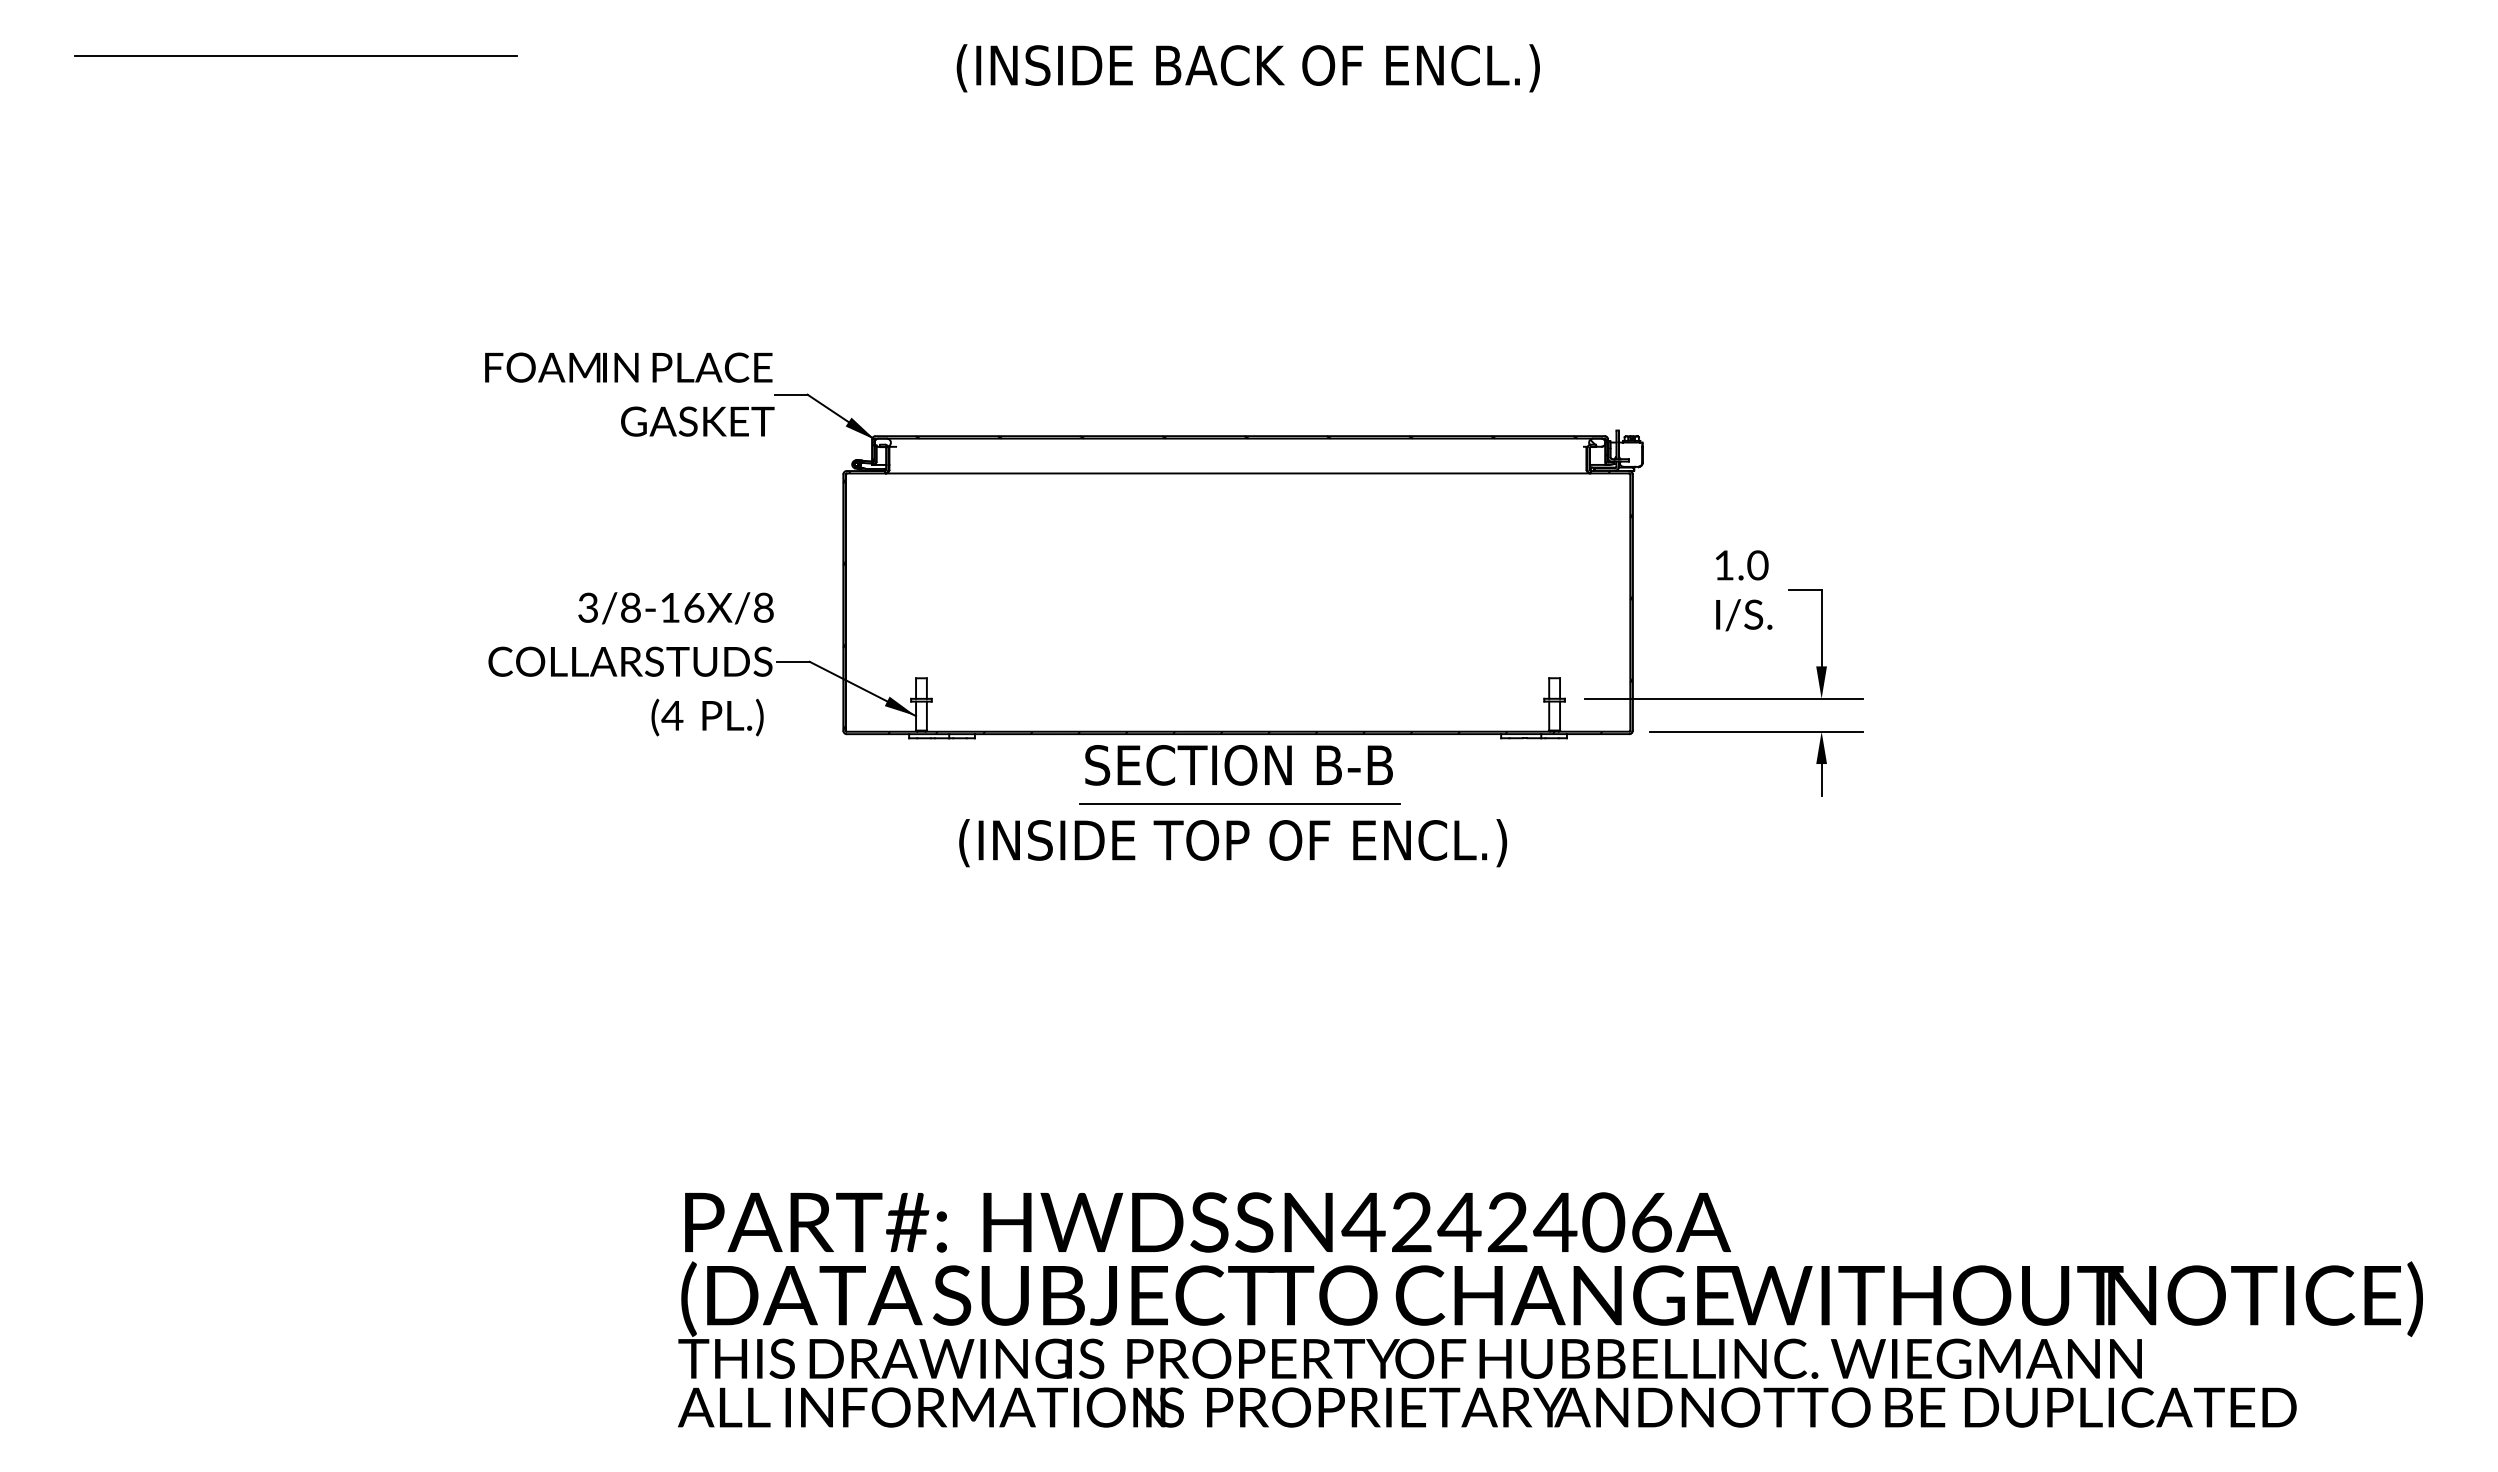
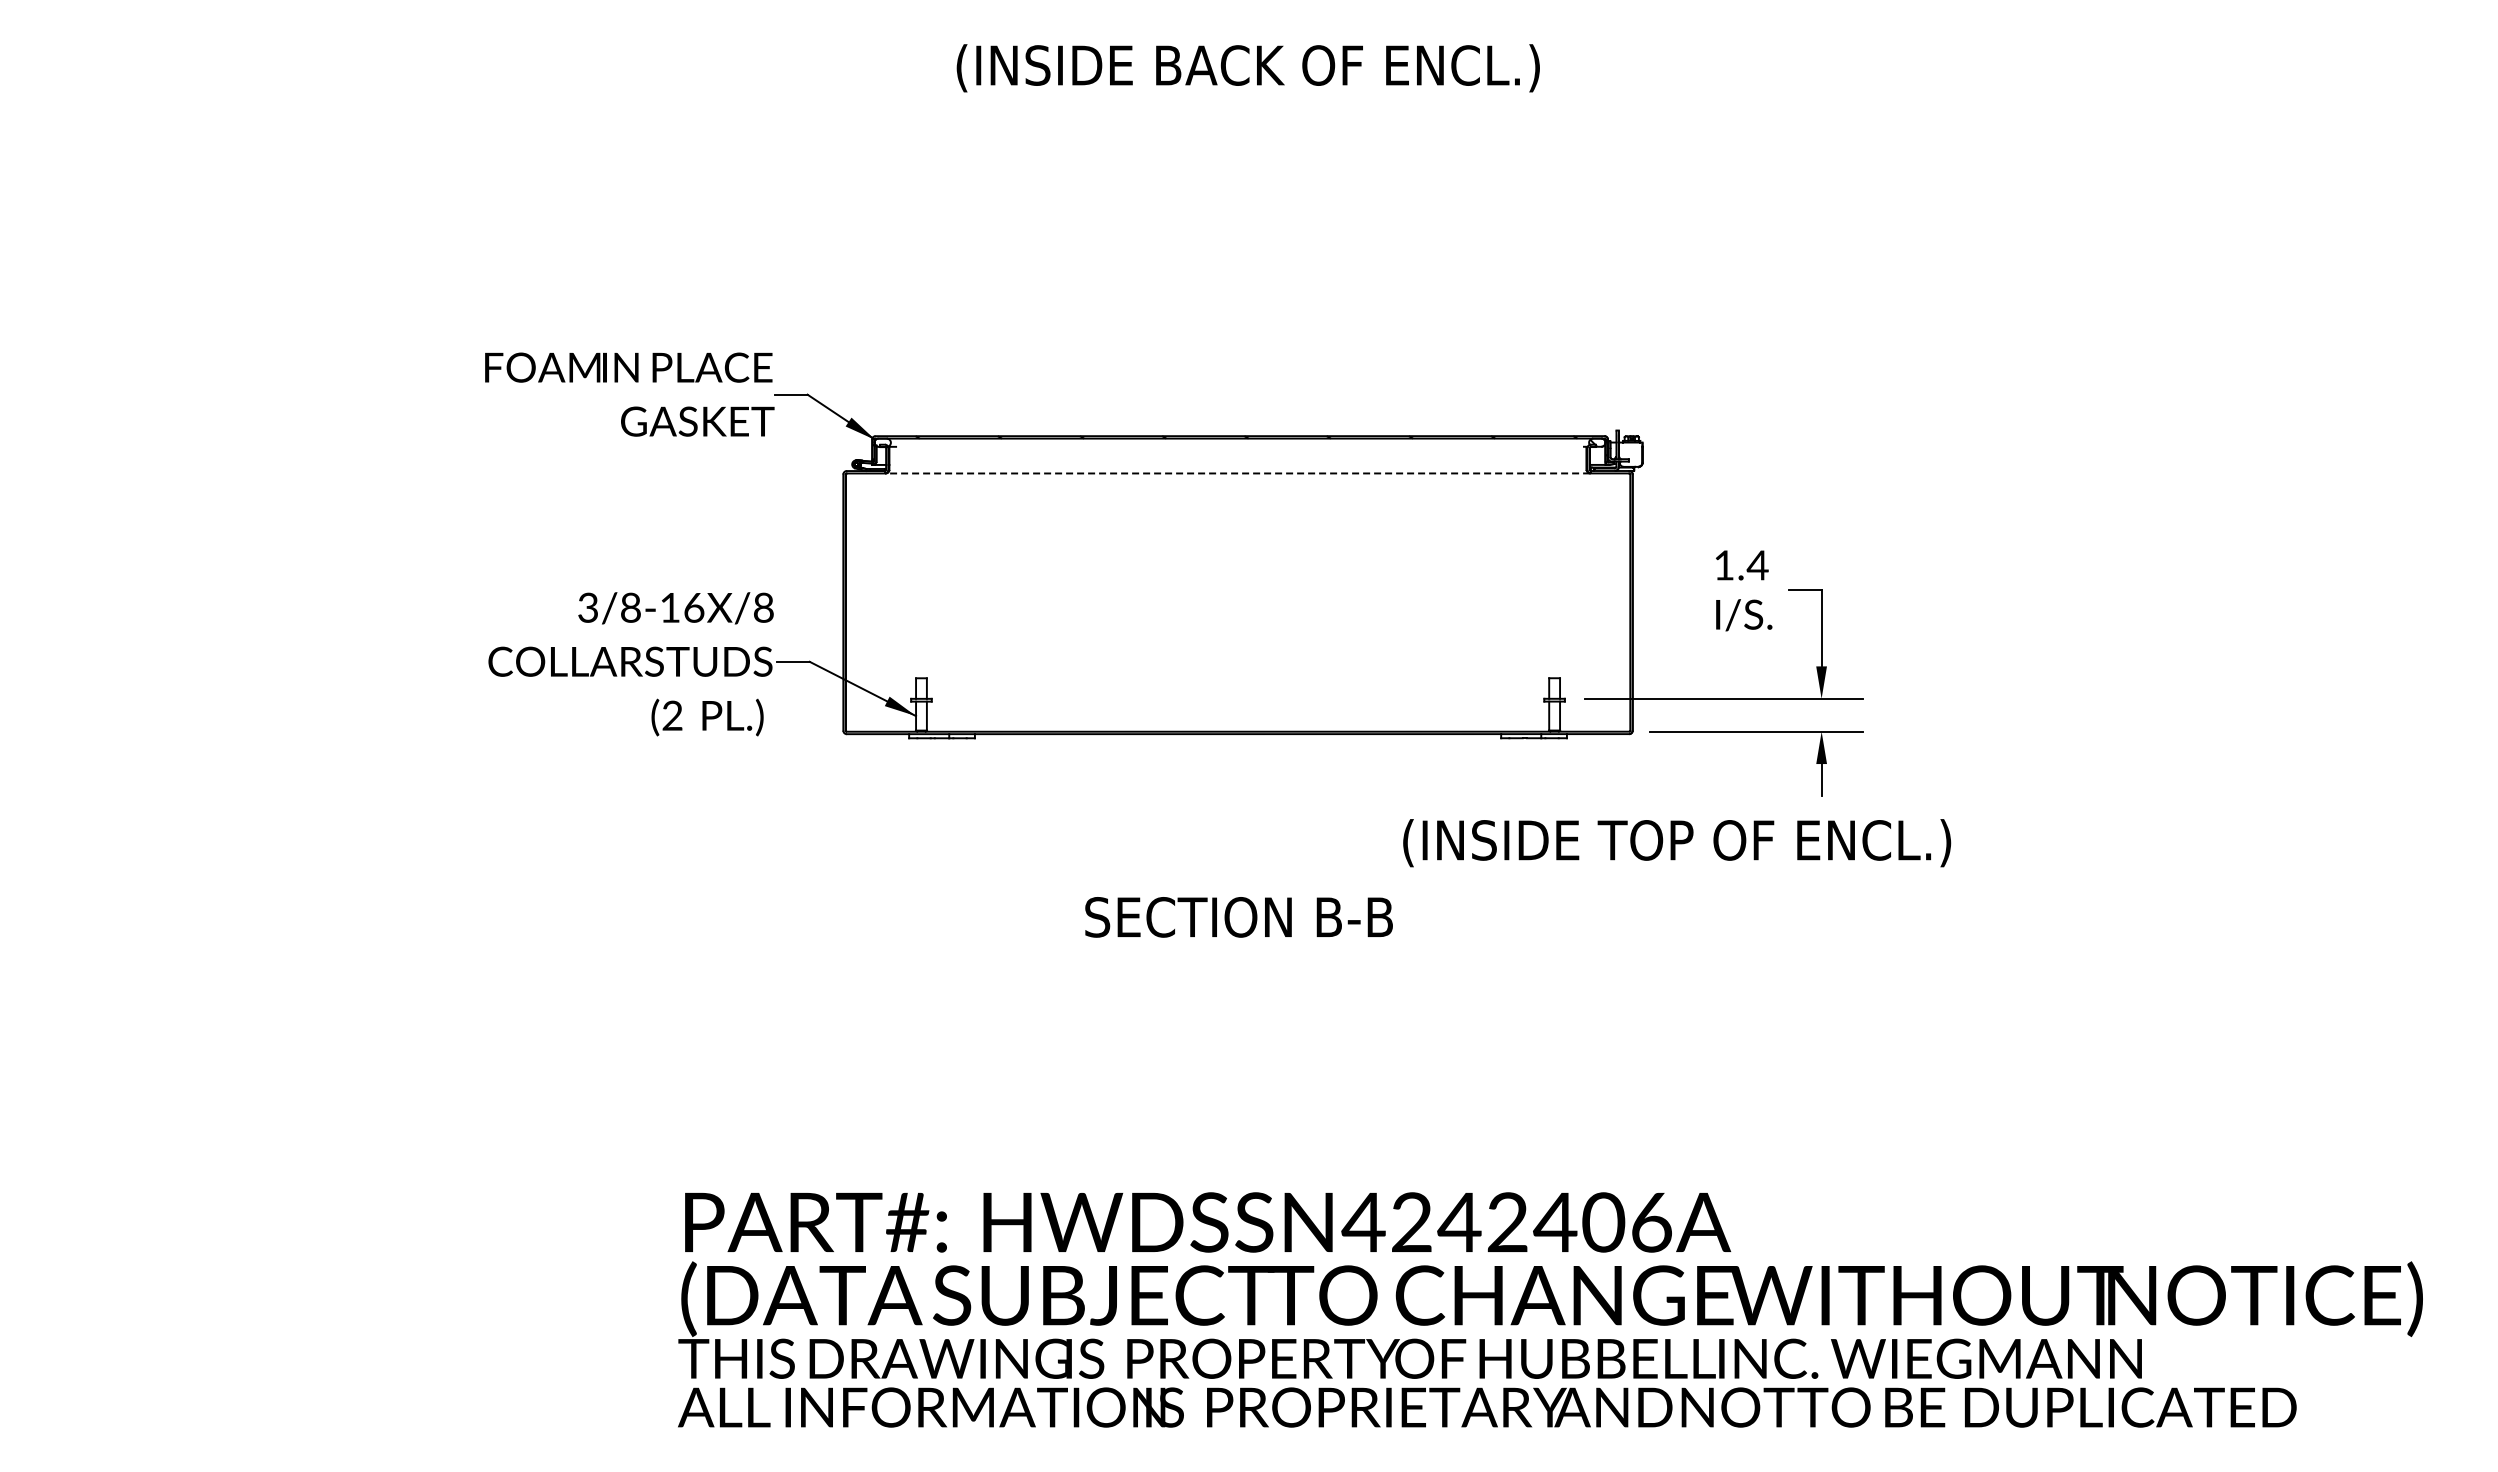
line at (295, 55): present -> none
line at (1237, 473): solid -> dashed
text at (1757, 565): 1.0 -> 1.4
hatch at (1237, 602): present -> none
text at (672, 715): (4 -> (2
text at (1238, 765) position: (1238, 765) -> (1238, 917)
line at (1239, 804): present -> none
text at (1233, 843) position: (1233, 843) -> (1677, 843)
